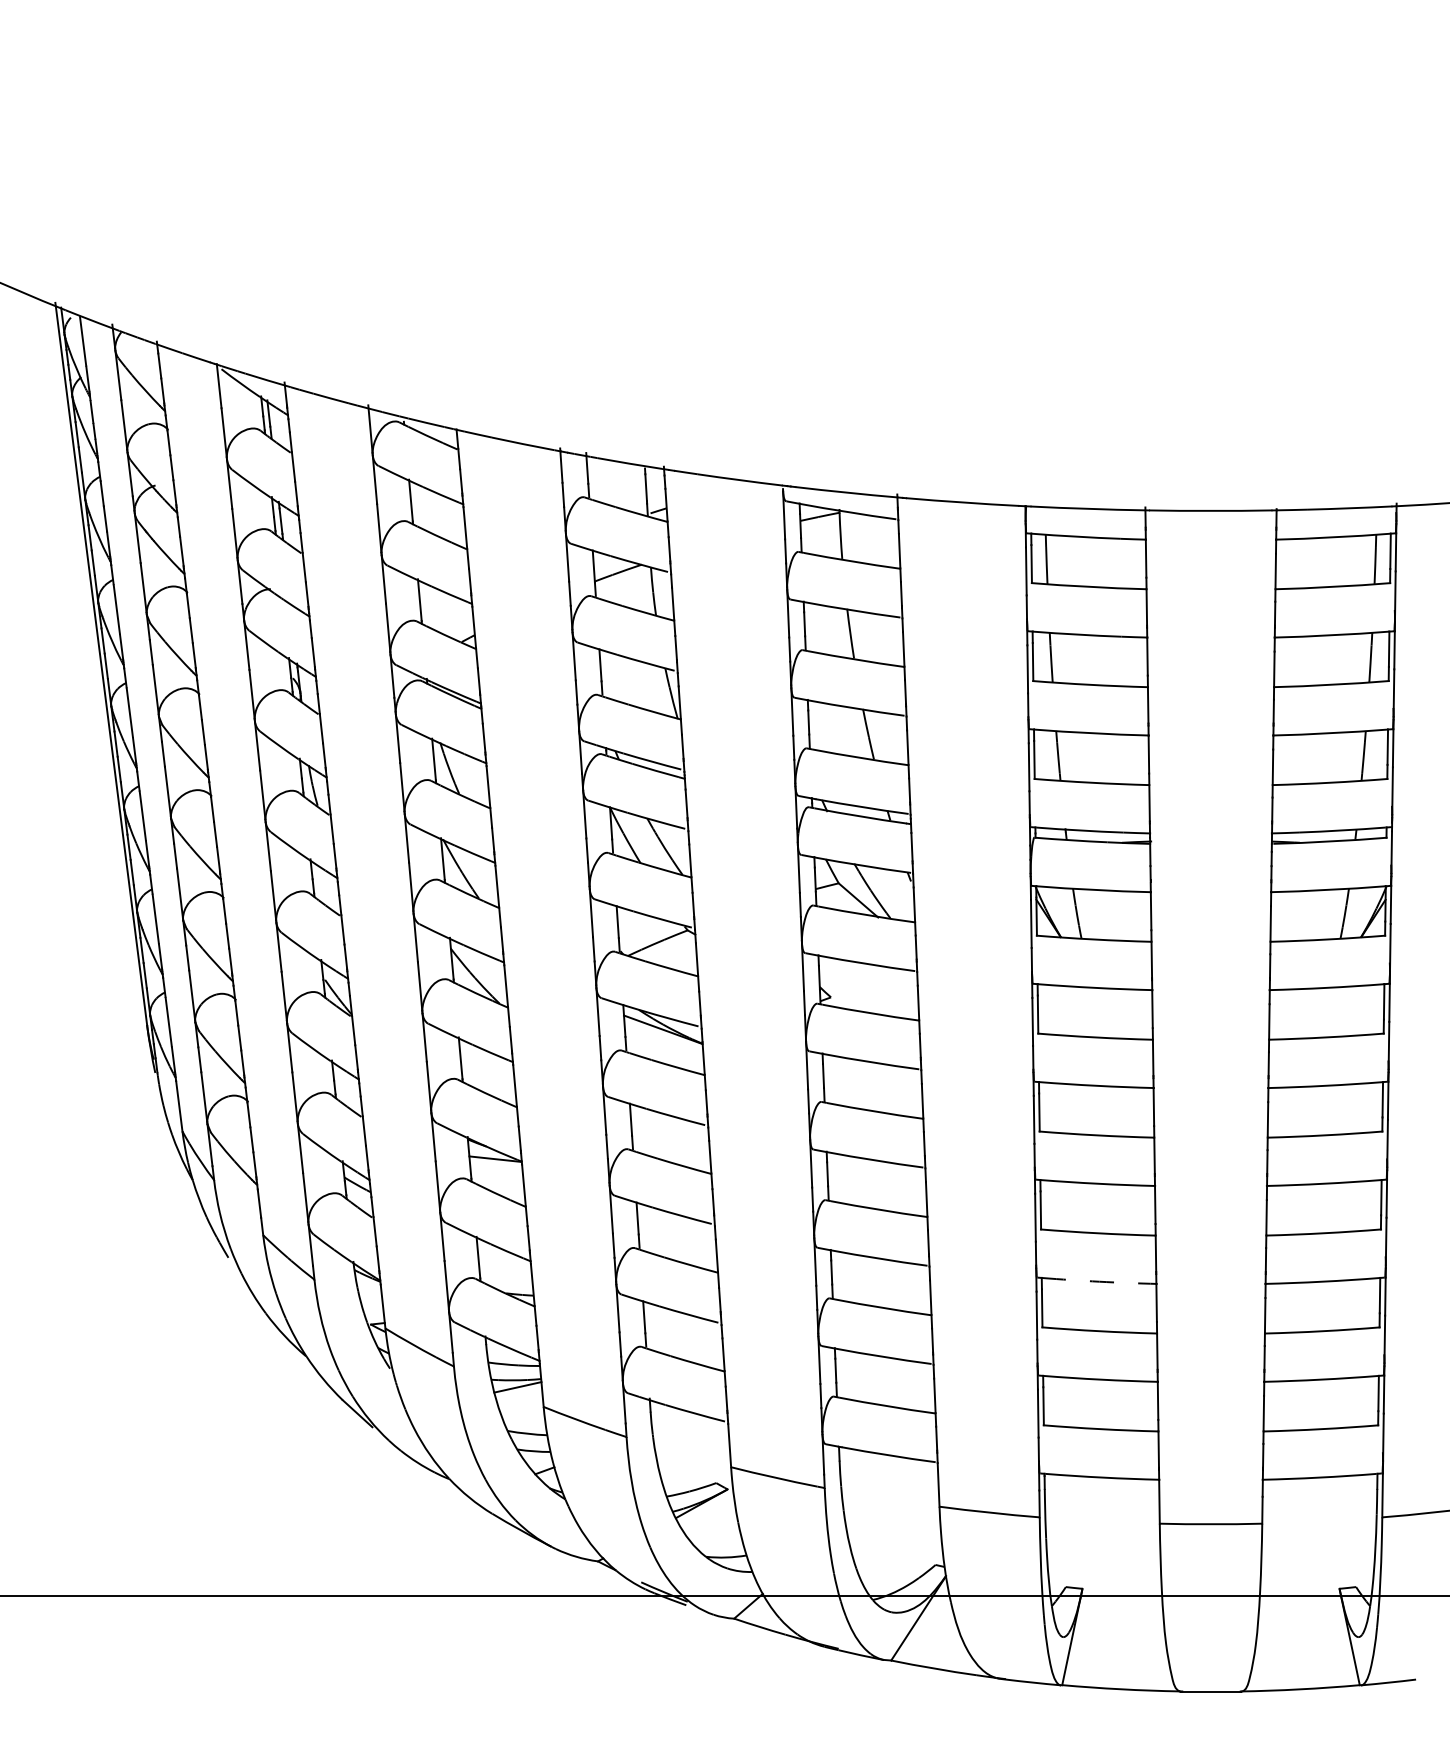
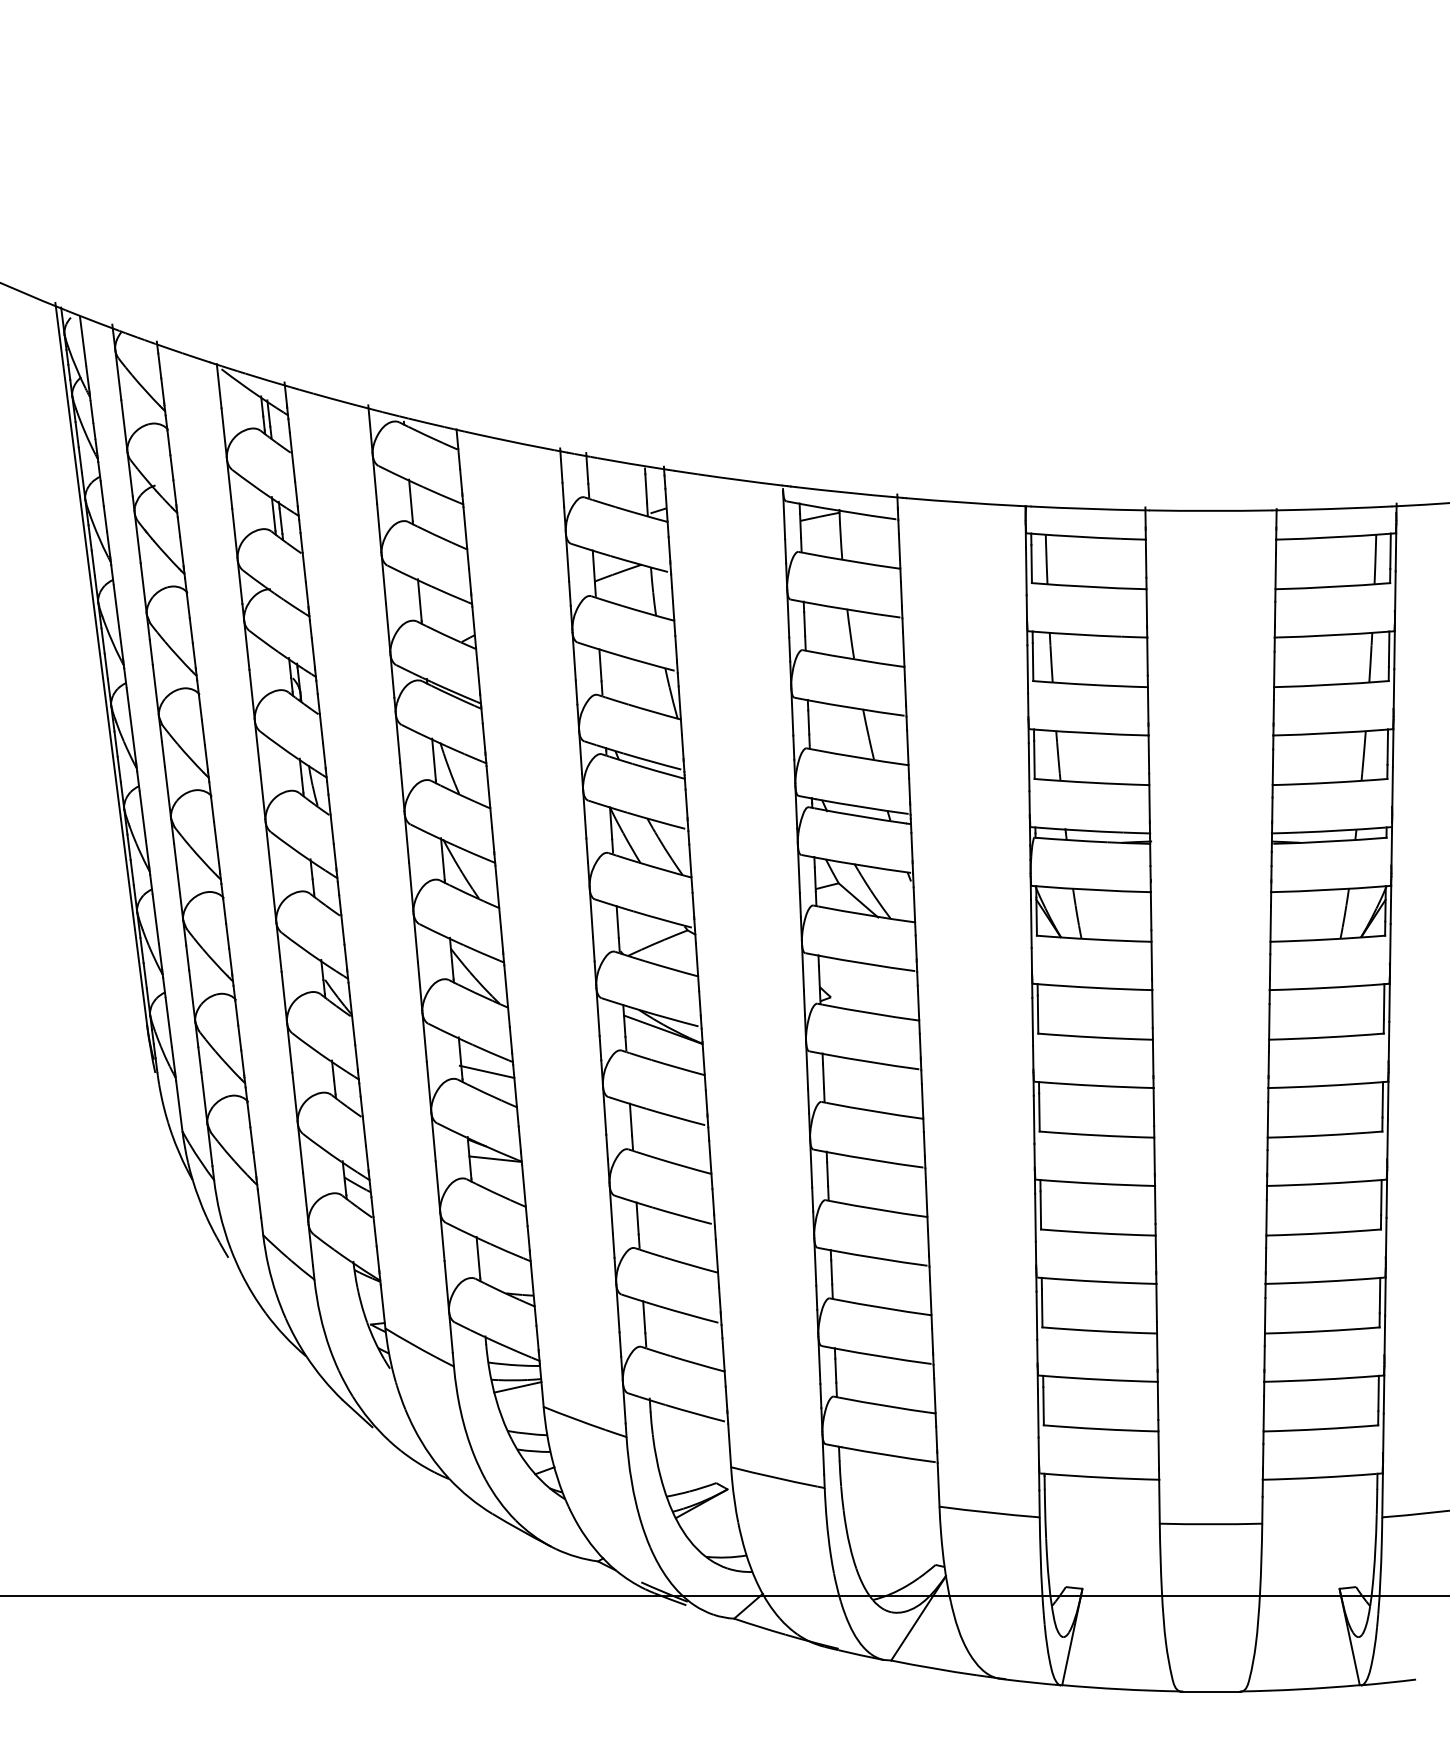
line at (486, 1071): none -> present
arc at (1099, 1281): dashed -> solid
